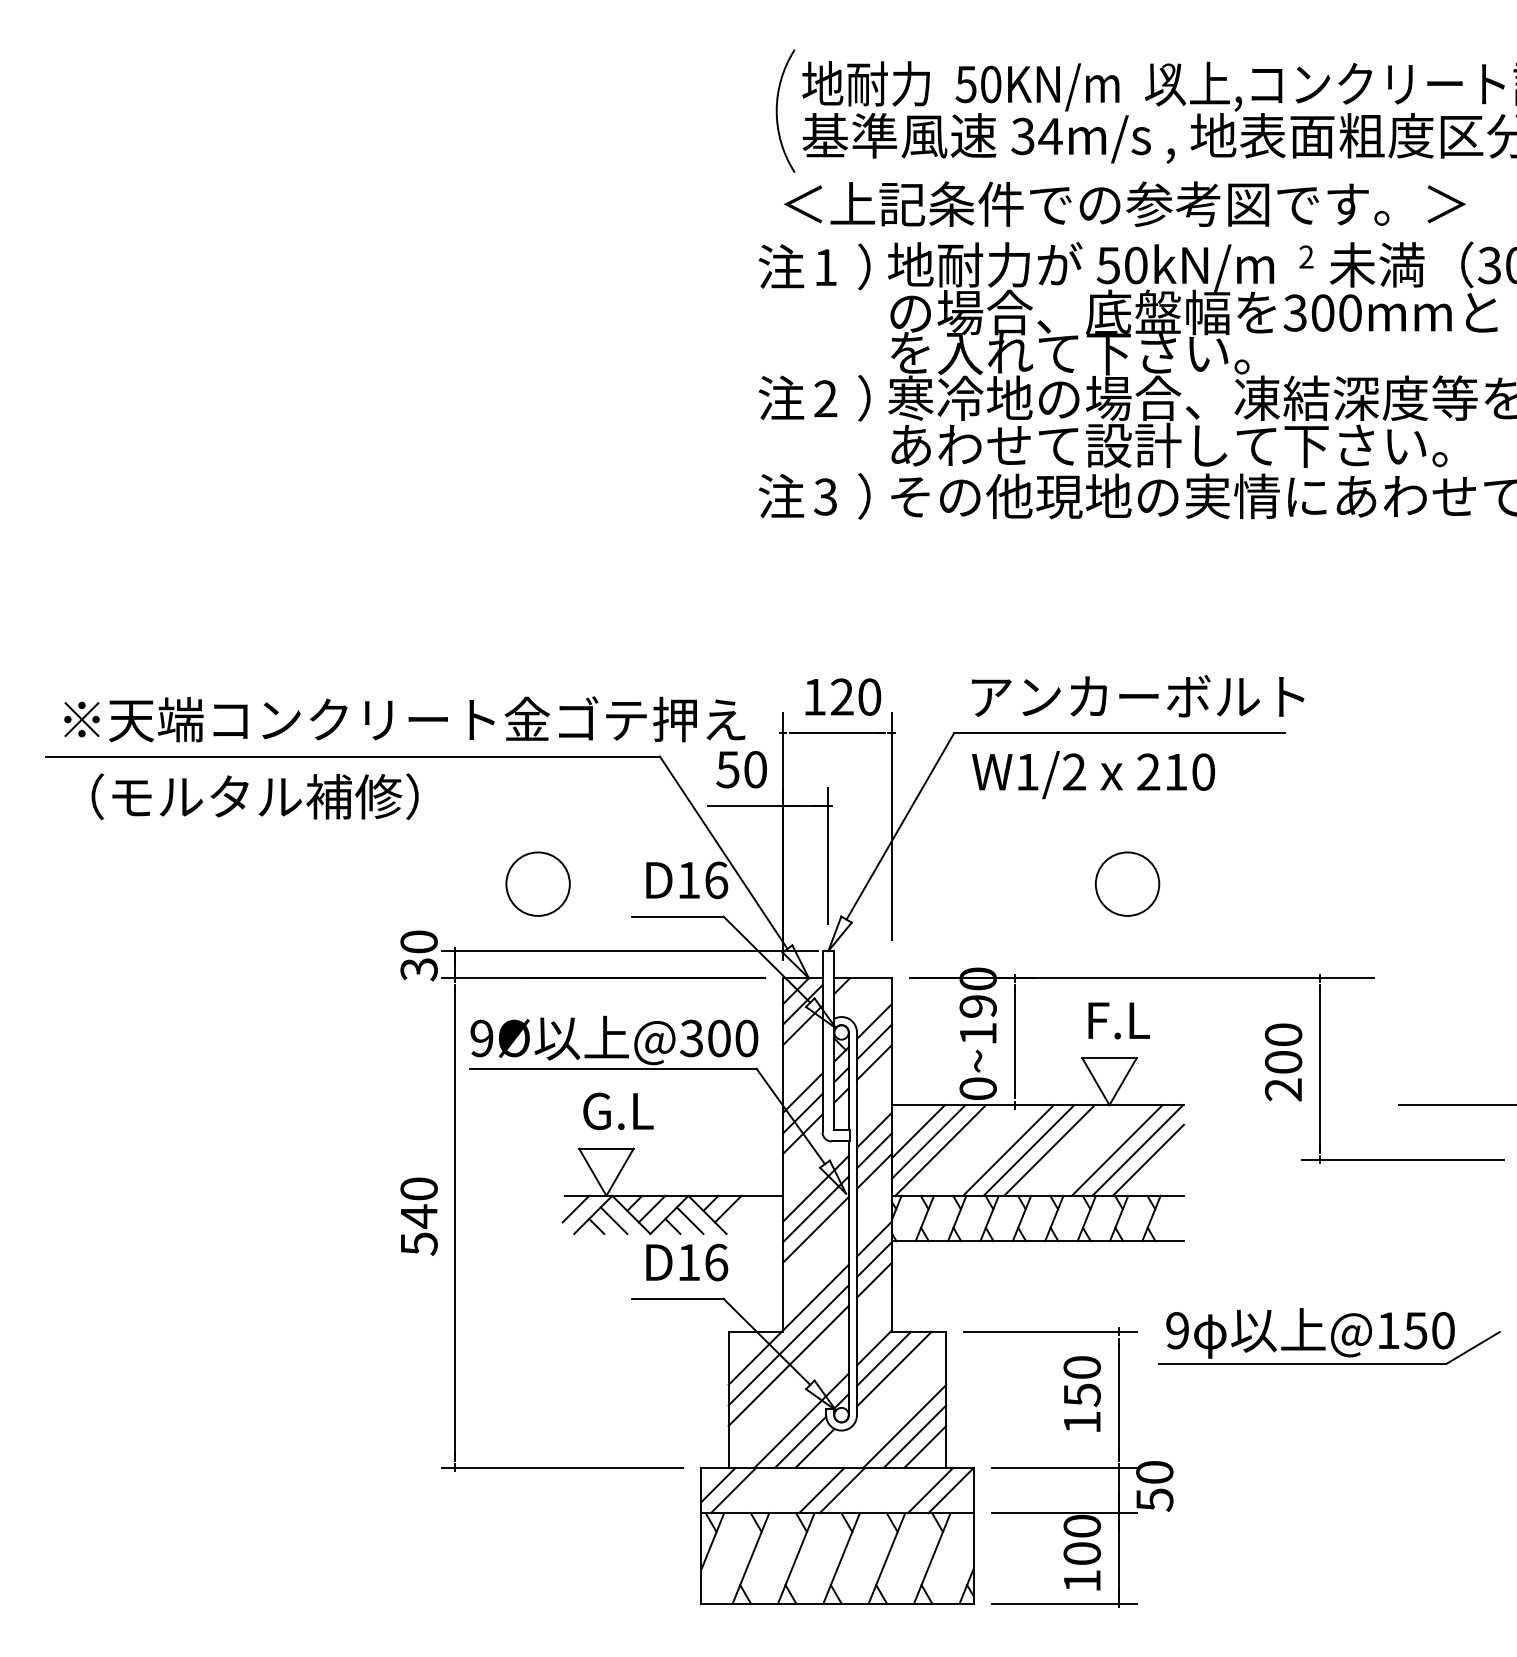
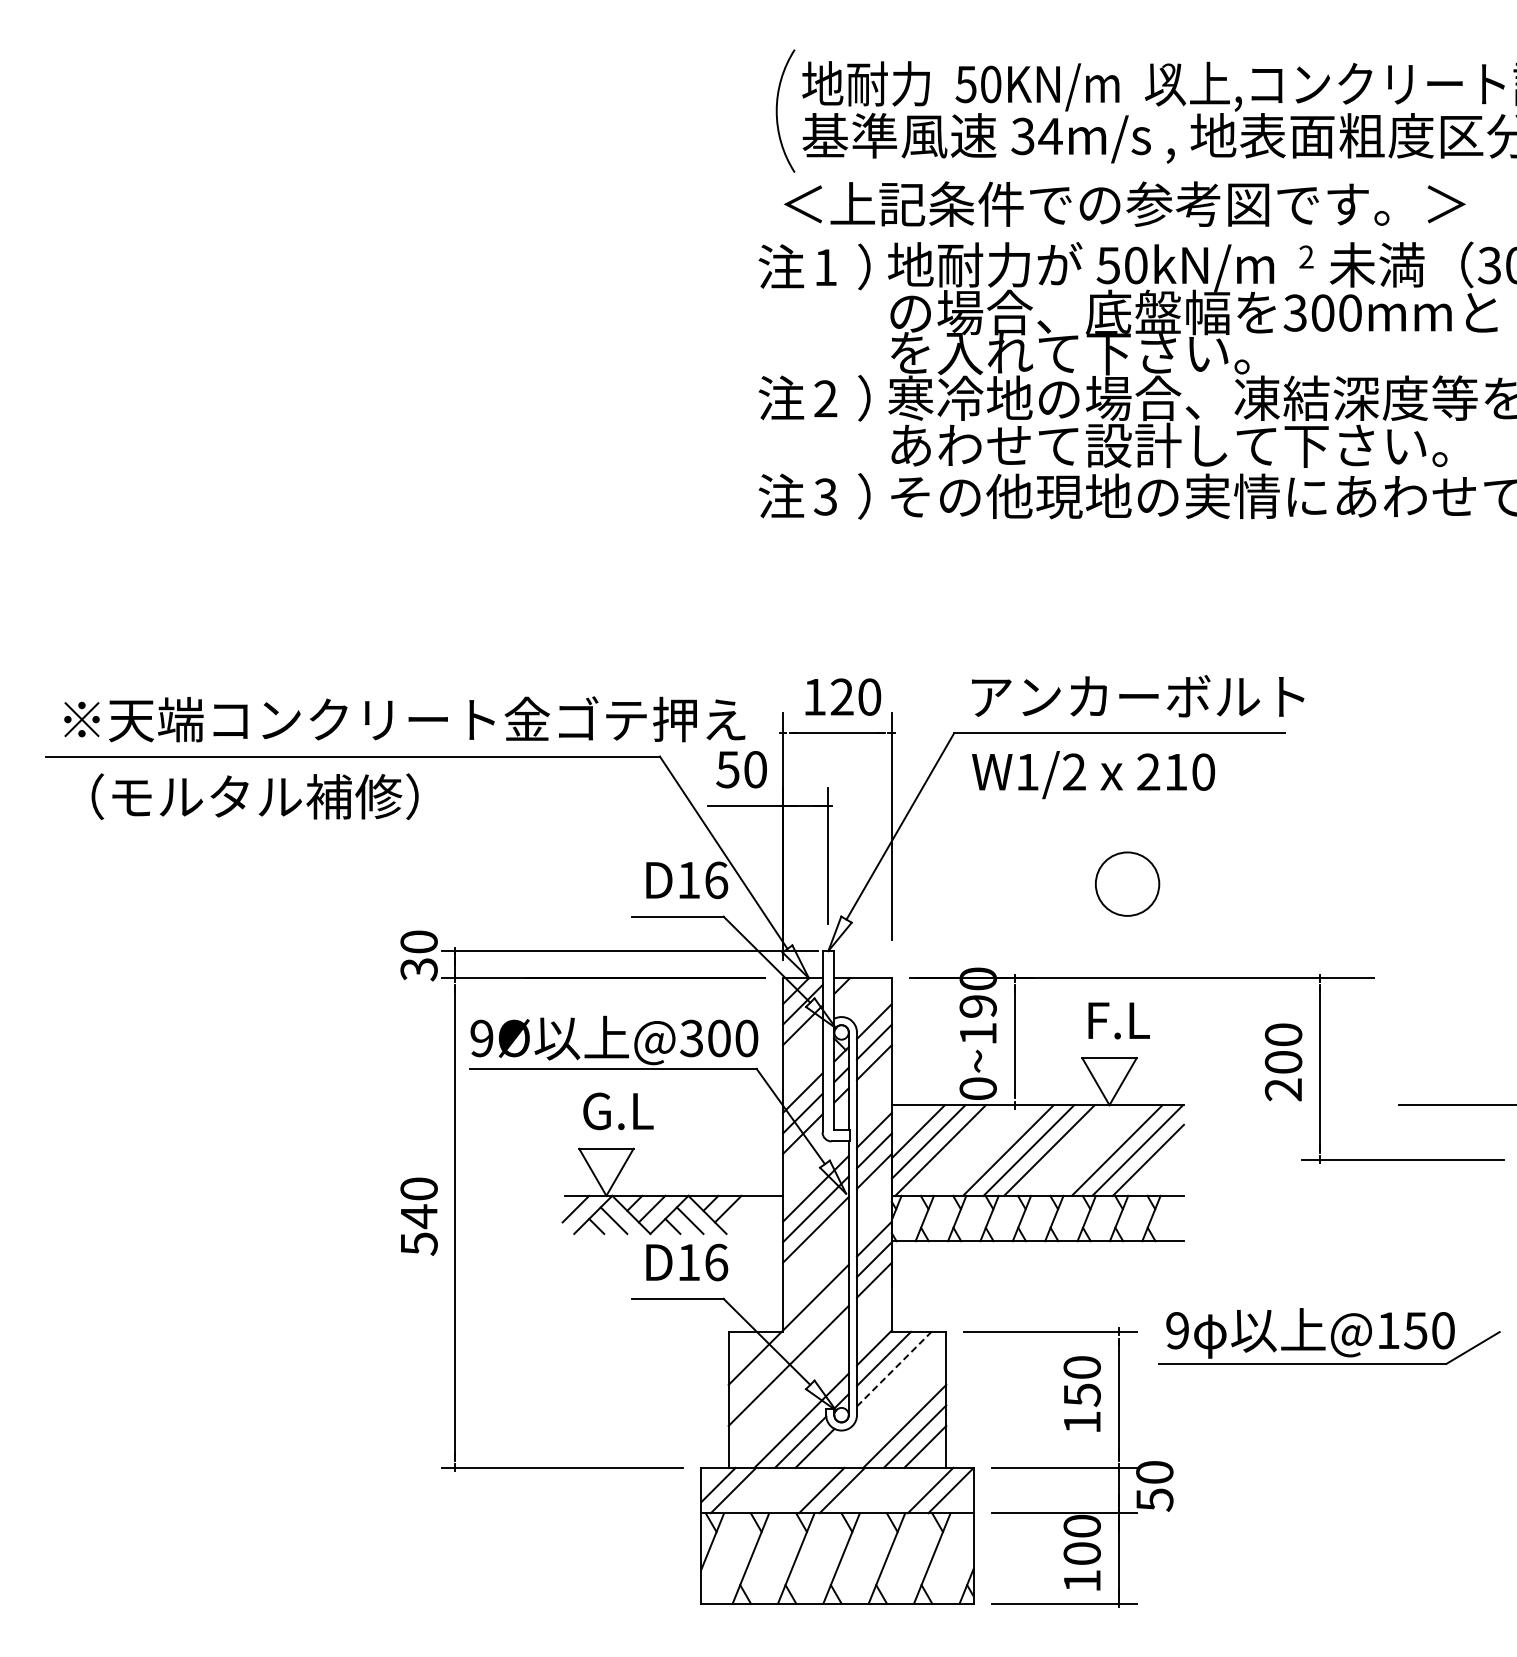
circle at (537, 883): present -> none
line at (788, 1345): present -> none
line at (894, 1369): solid -> dashed
